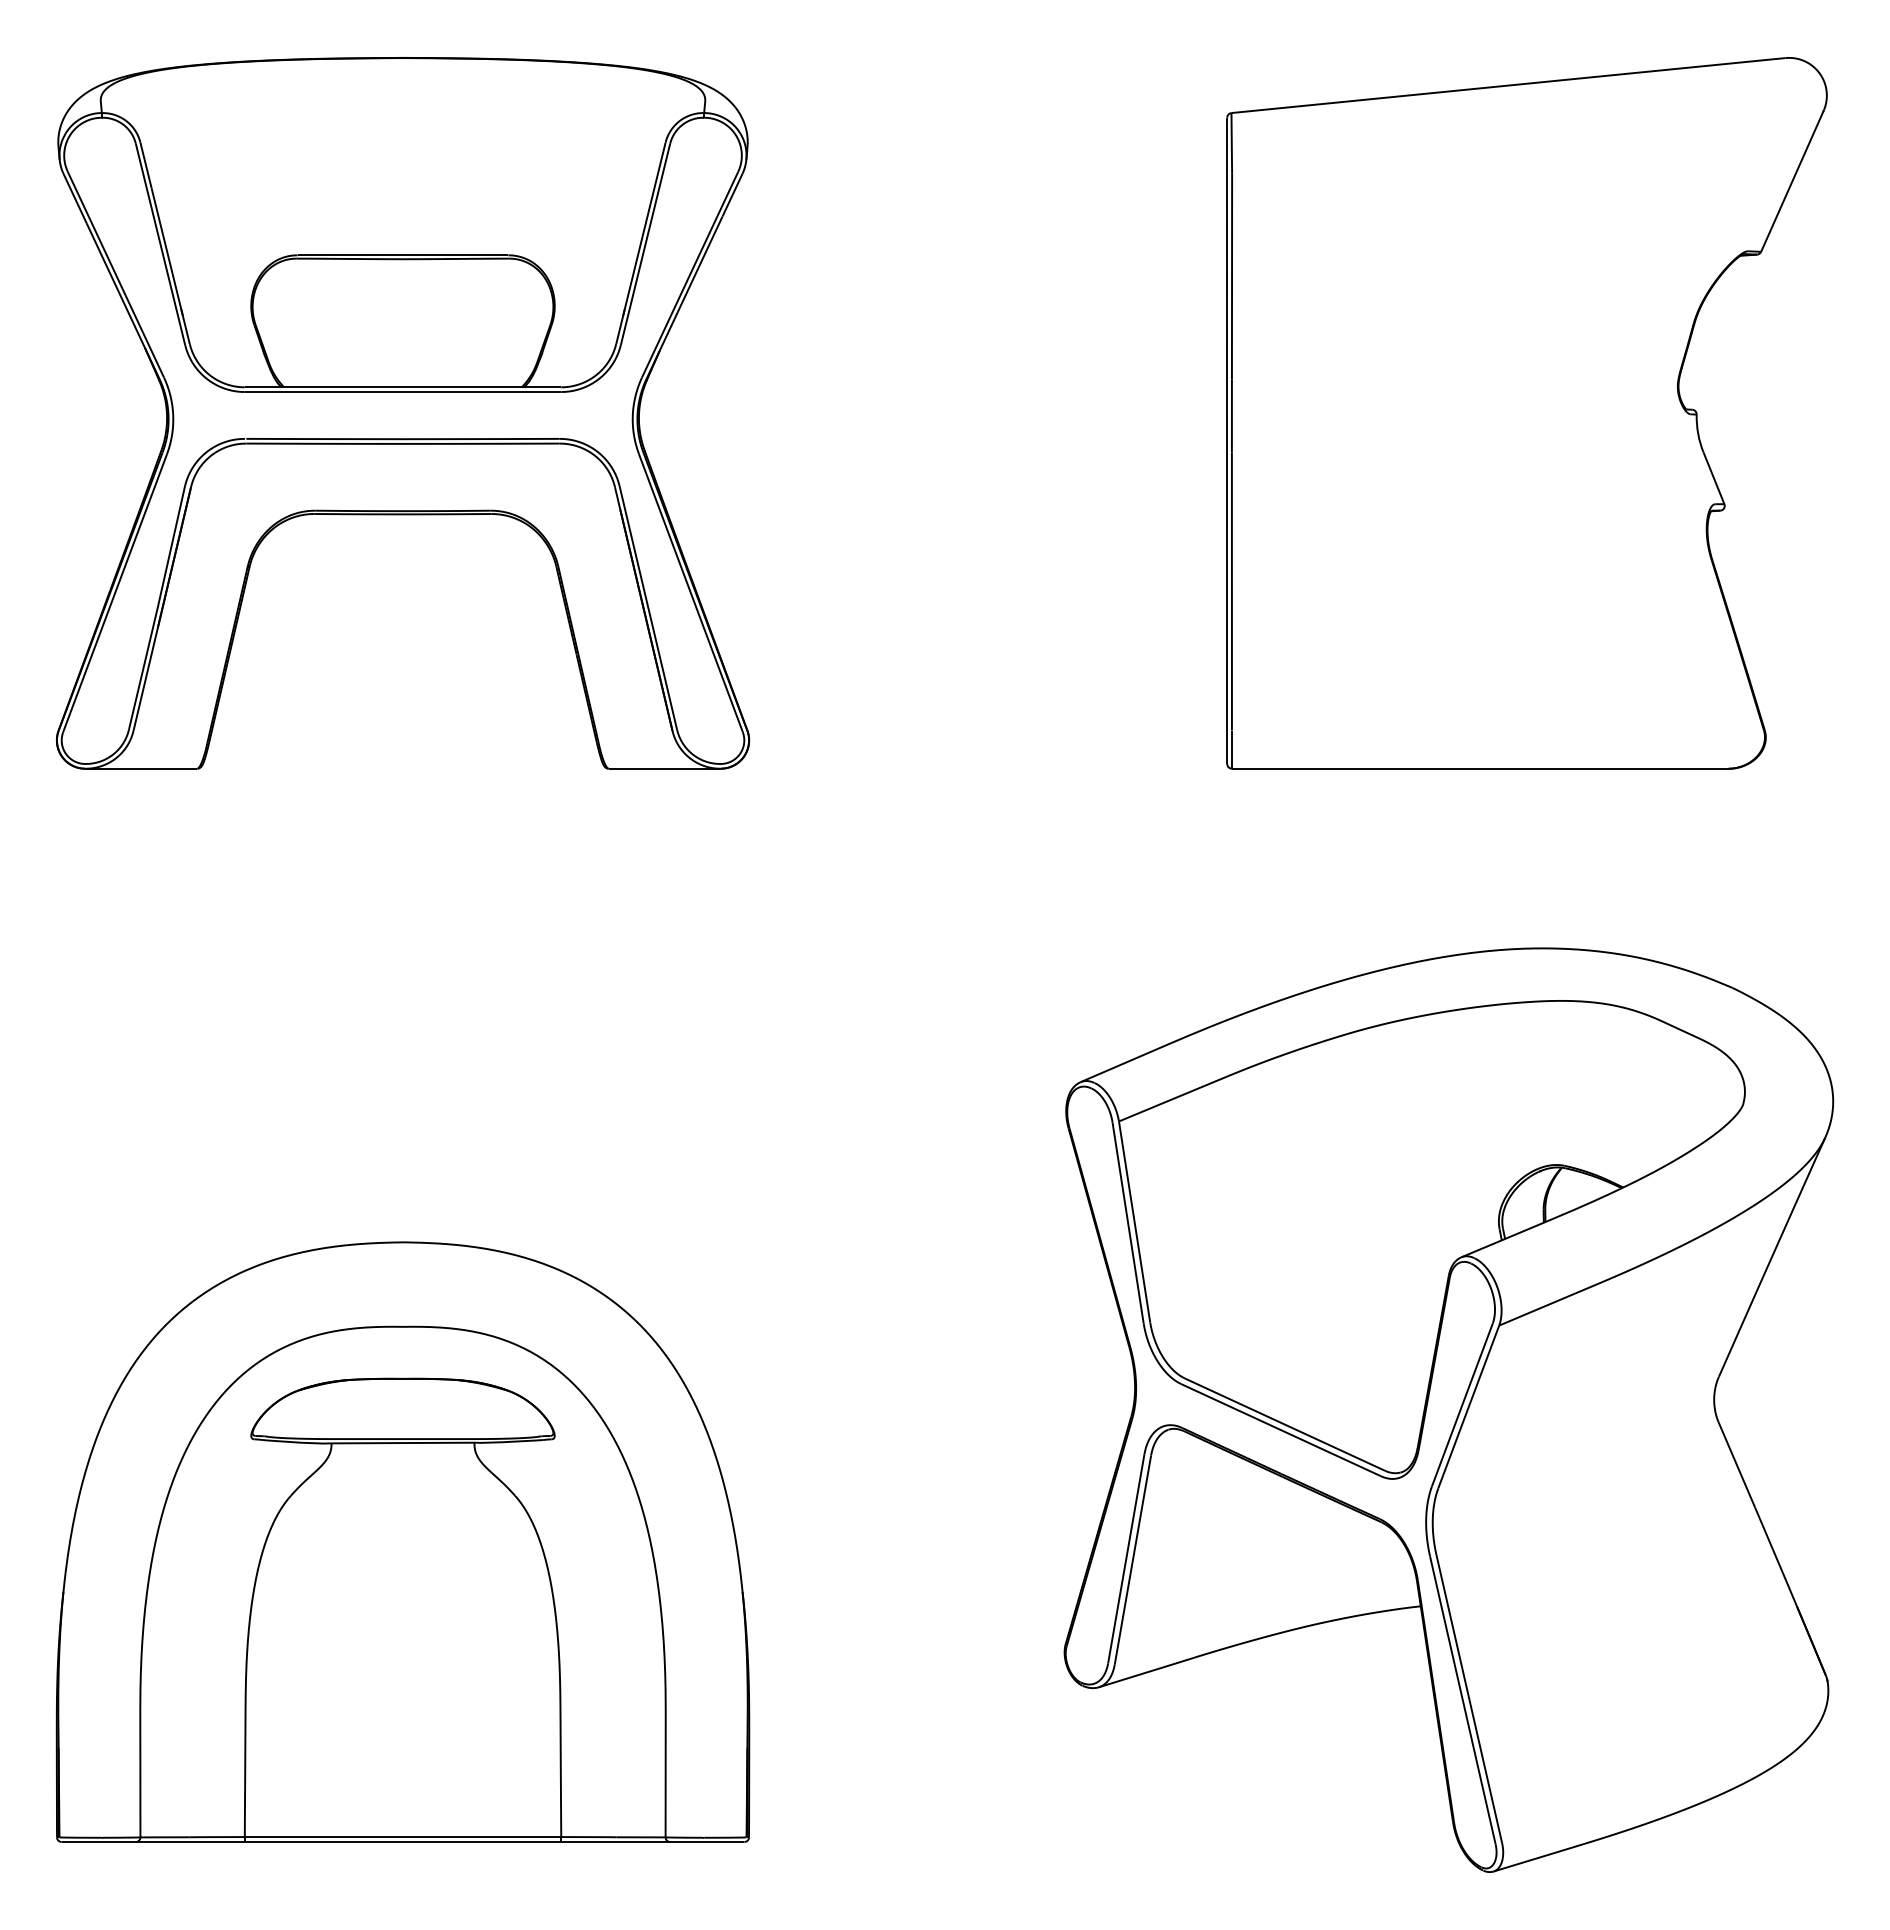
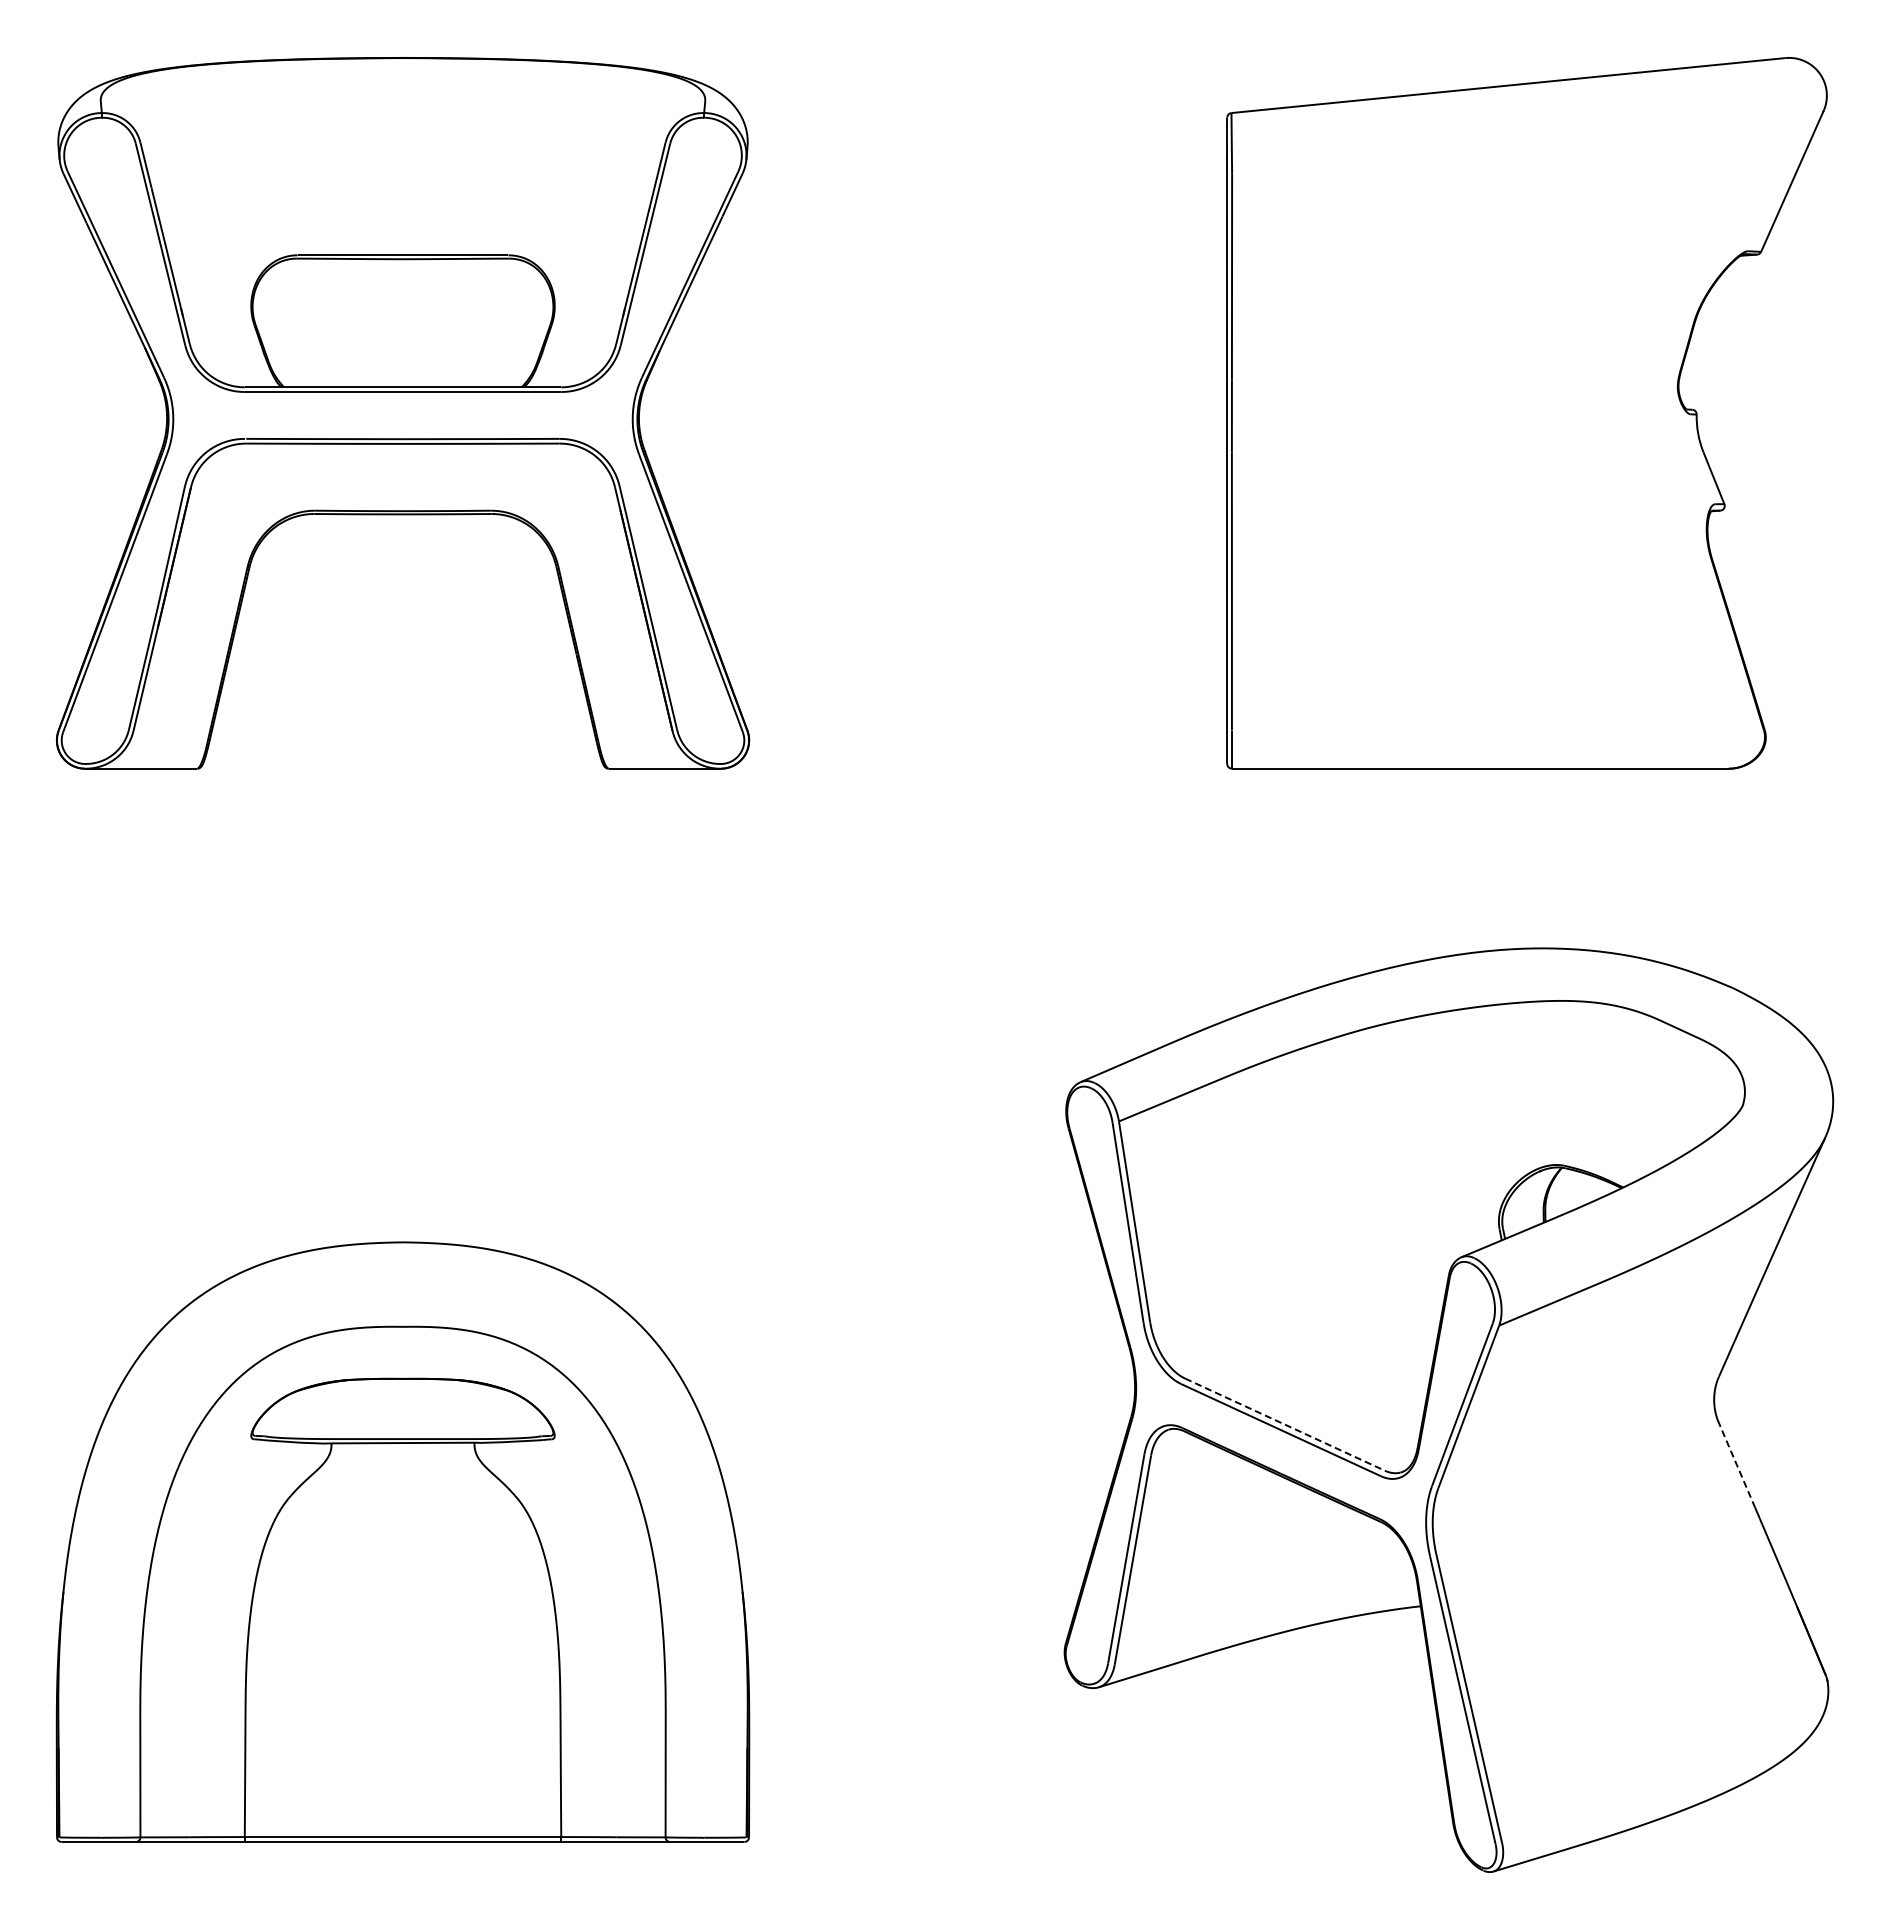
line at (1284, 1424): solid -> dashed
line at (1736, 1465): solid -> dashed
